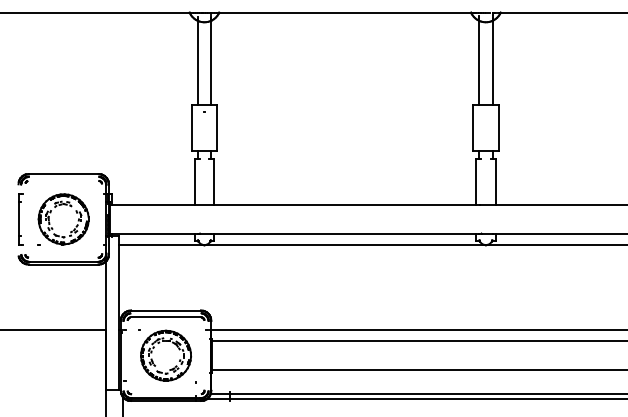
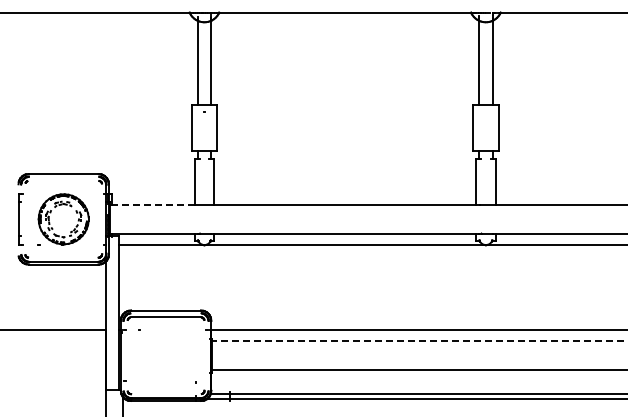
line at (153, 205): solid -> dashed
line at (419, 341): solid -> dashed
part at (165, 355): present -> none
